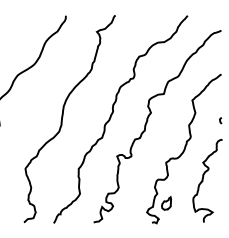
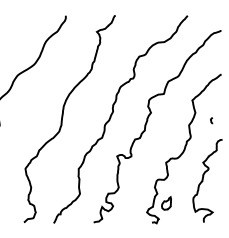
curve at (220, 120) position: (220, 120) -> (211, 120)
